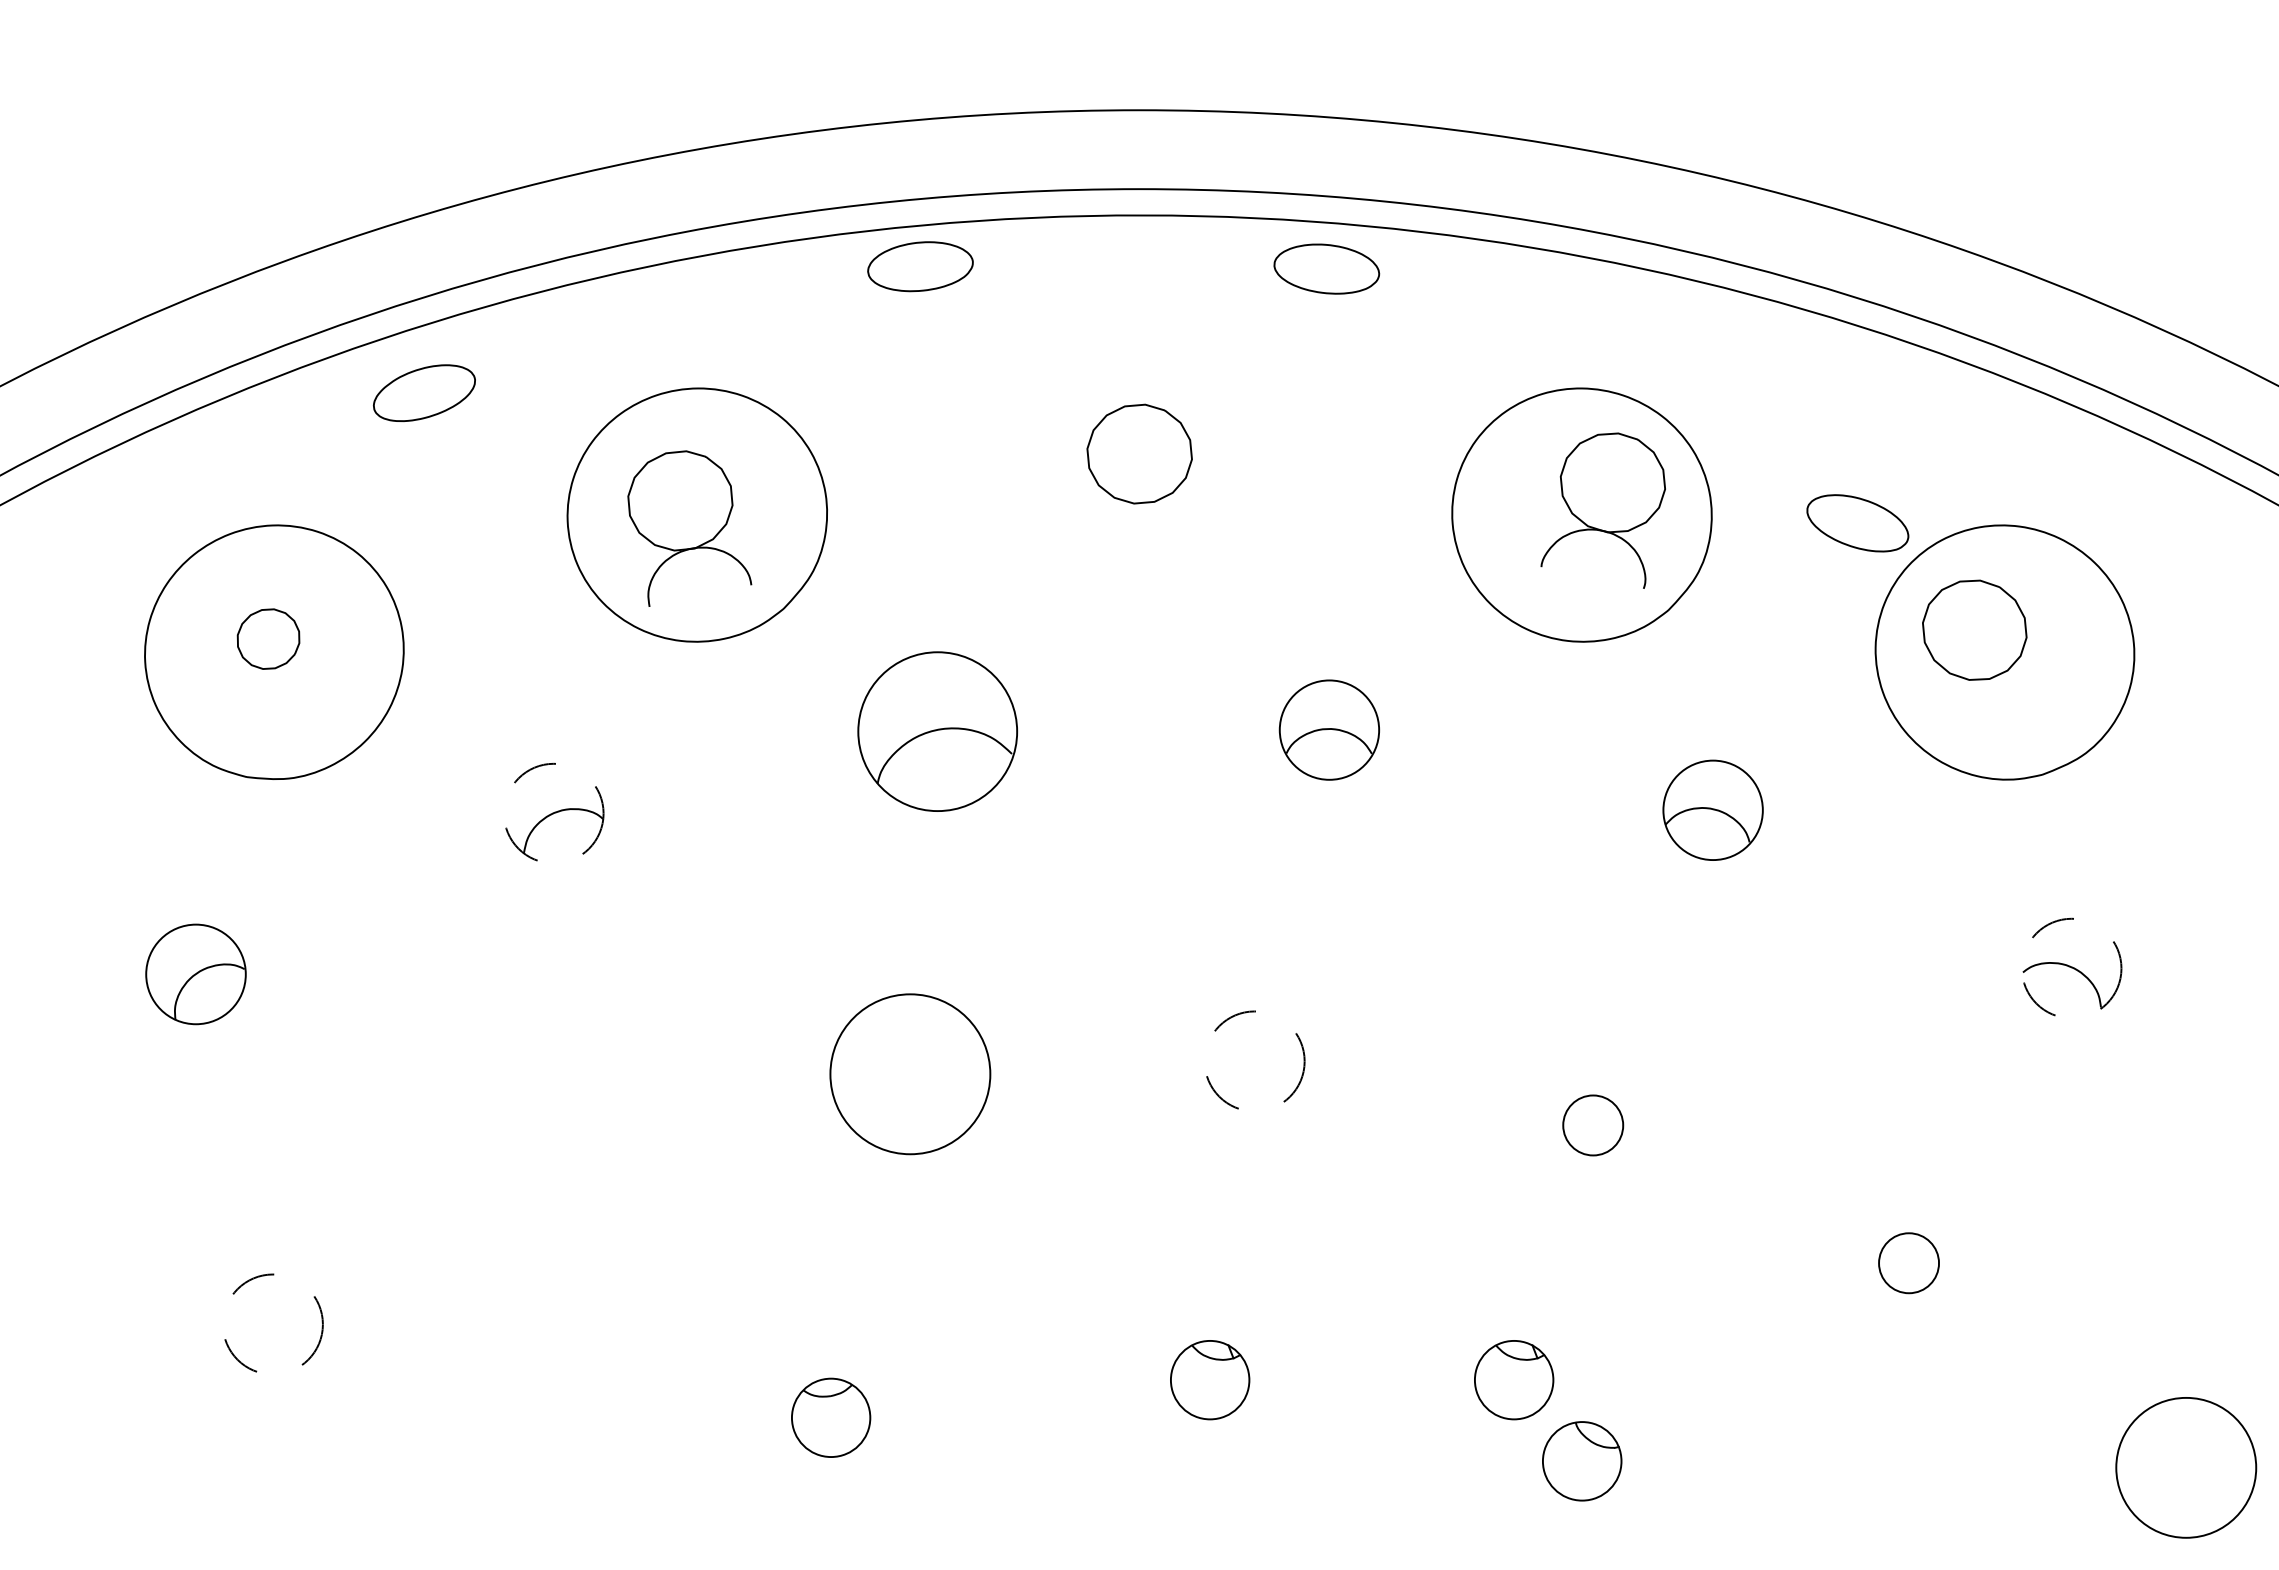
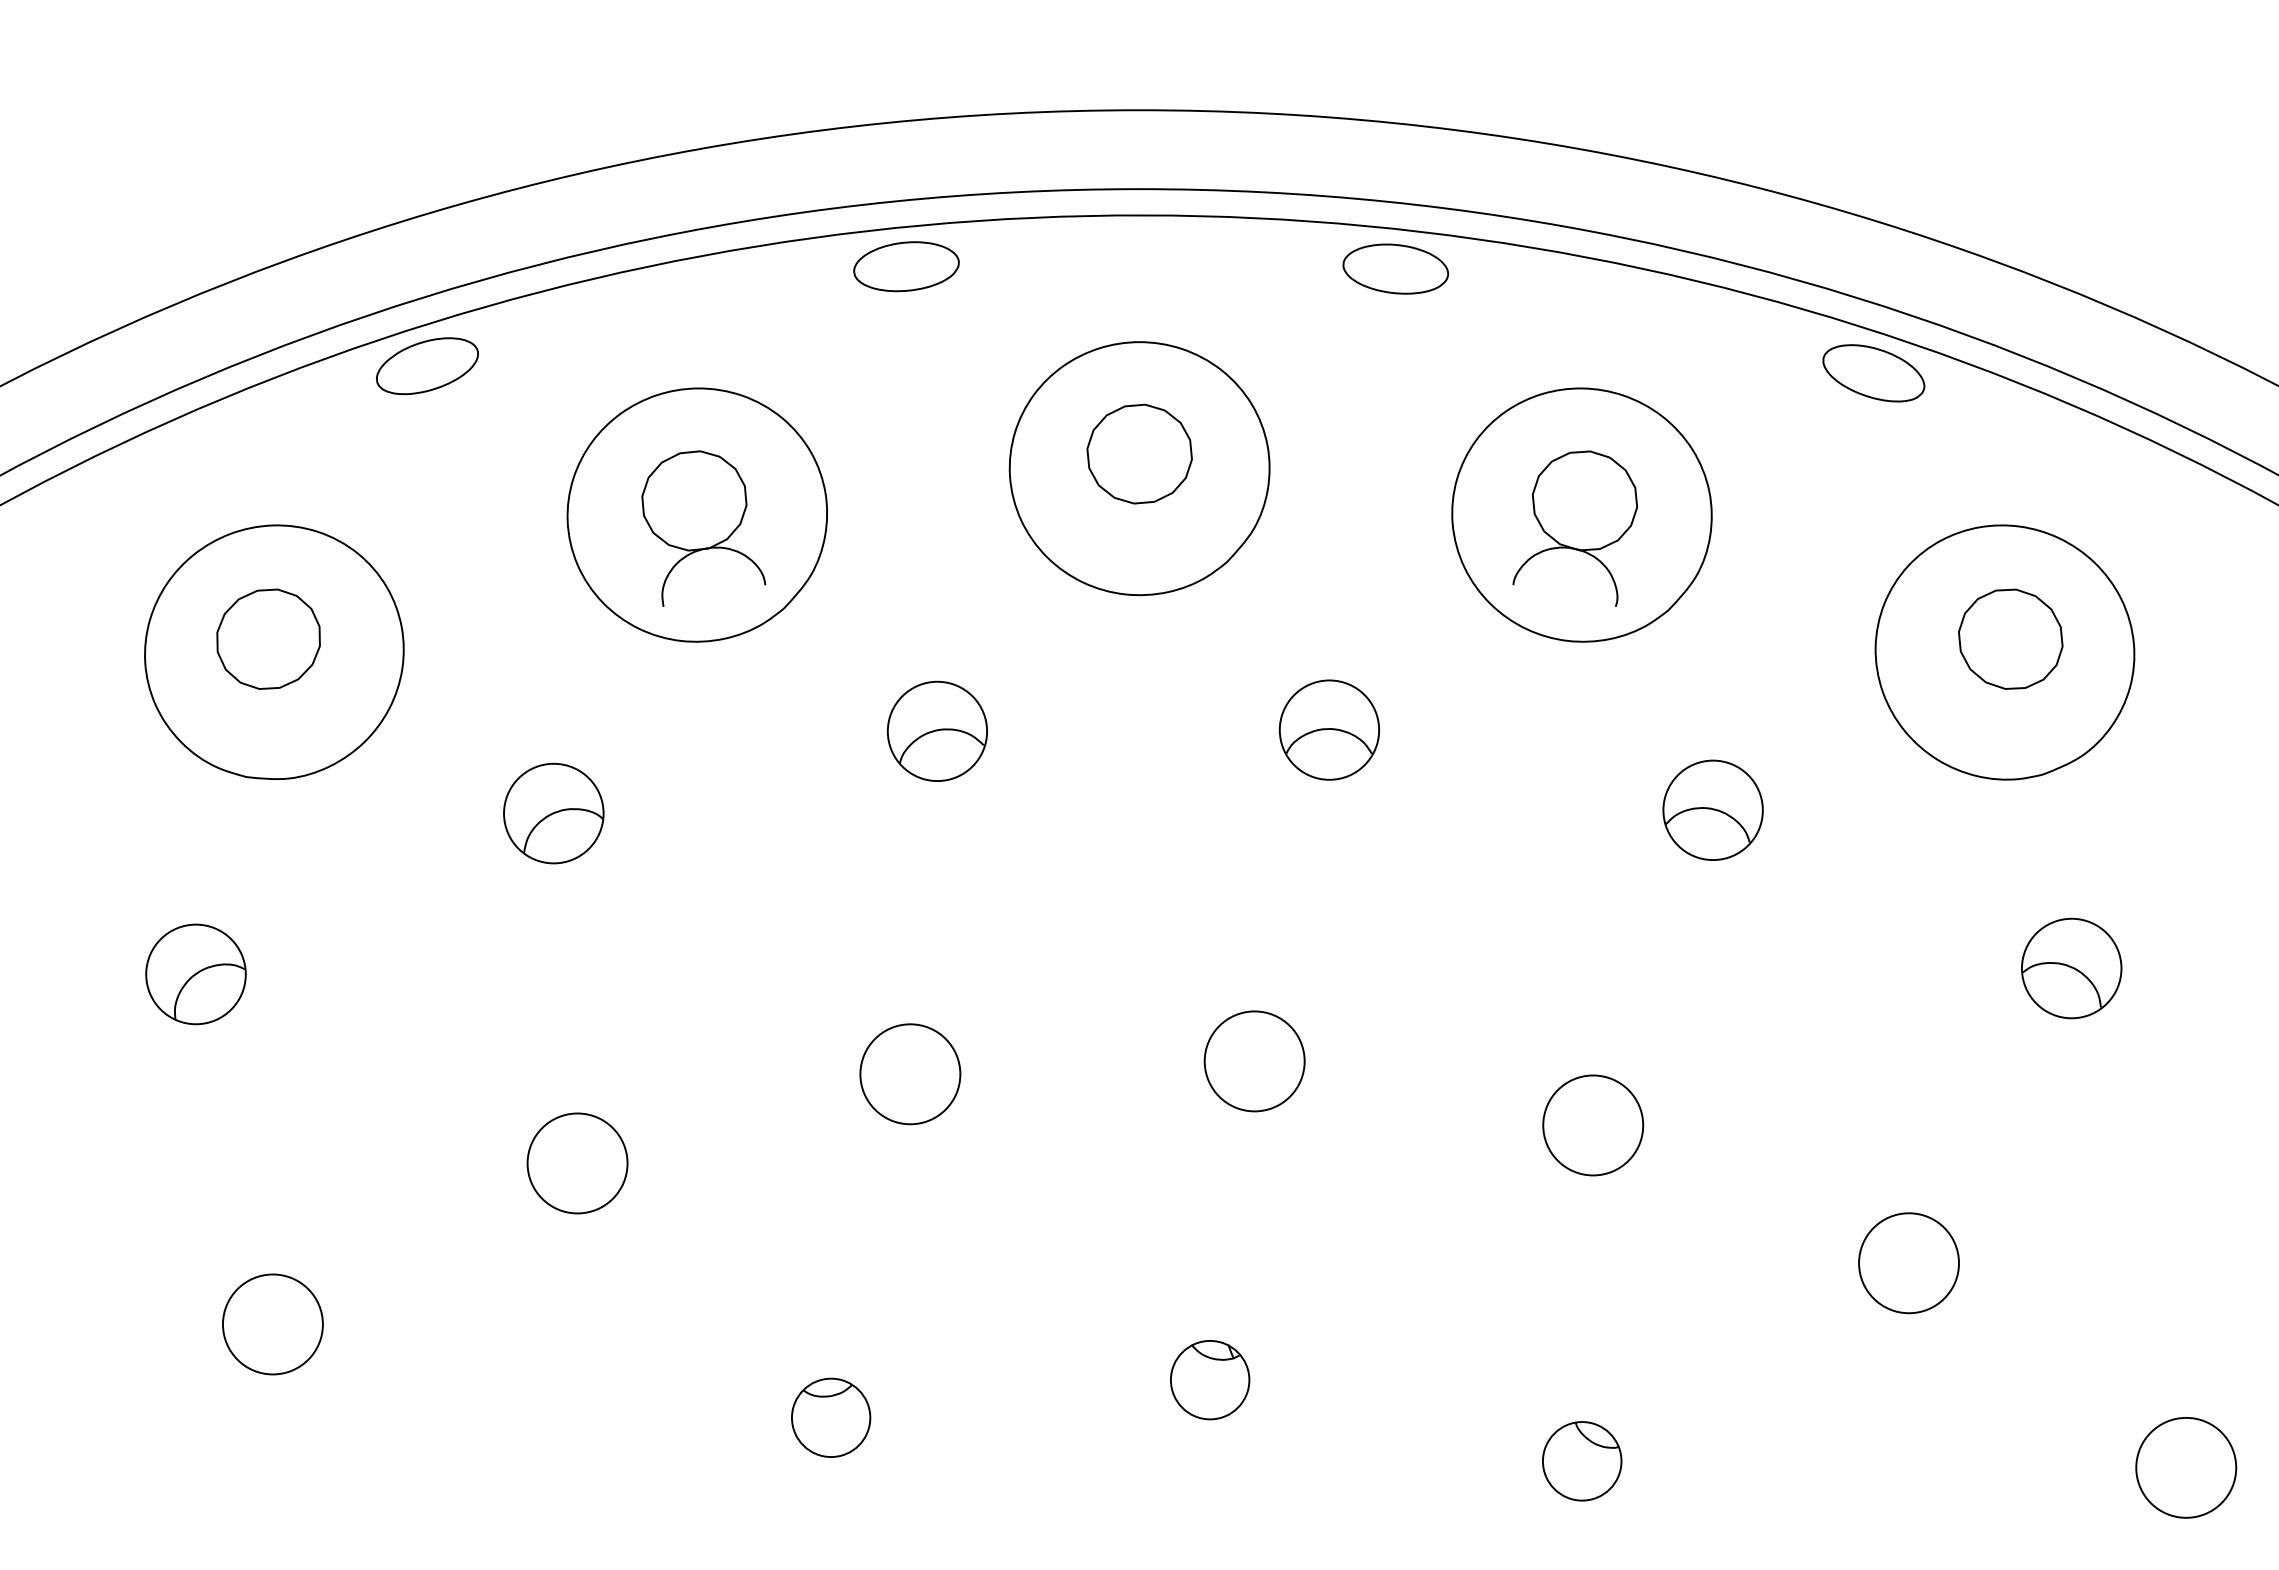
part at (920, 266) position: (920, 266) -> (906, 266)
part at (1326, 268) position: (1326, 268) -> (1395, 268)
part at (424, 392) position: (424, 392) -> (427, 365)
part at (1139, 468): none -> present
part at (1602, 510) position: (1602, 510) -> (1574, 528)
part at (1857, 523) position: (1857, 523) -> (1873, 373)
part at (689, 528) position: (689, 528) -> (703, 528)
part at (1974, 629) position: (1974, 629) -> (2010, 638)
part at (268, 638) size: 65x62 px -> 105x102 px
part at (937, 731) size: 162x161 px -> 102x102 px
circle at (553, 813): dashed -> solid
circle at (2071, 968): dashed -> solid
circle at (1254, 1061): dashed -> solid
circle at (910, 1074) diameter: 160 px -> 100 px
circle at (1593, 1125) diameter: 60 px -> 100 px
circle at (577, 1163): none -> present
circle at (1909, 1263) diameter: 60 px -> 100 px
circle at (272, 1324): dashed -> solid
part at (1514, 1380): present -> none
circle at (2186, 1467) diameter: 140 px -> 100 px
